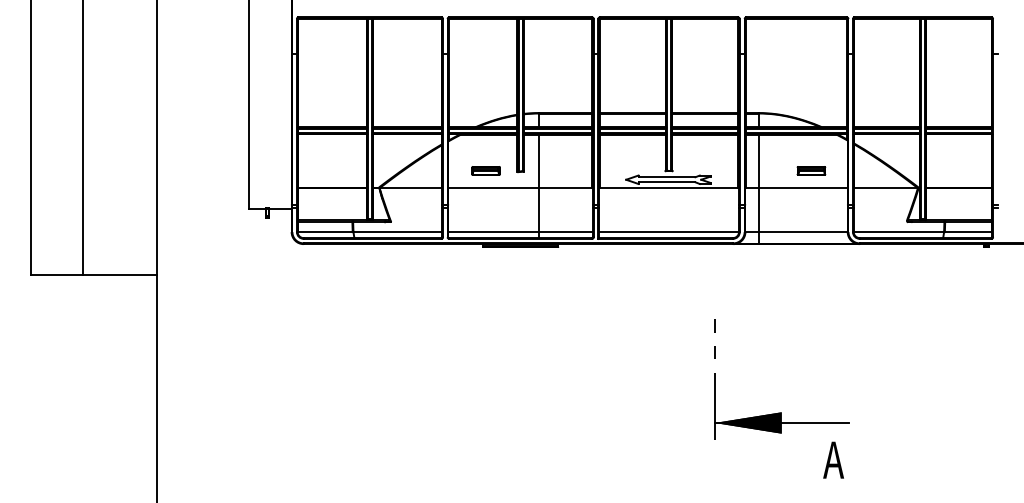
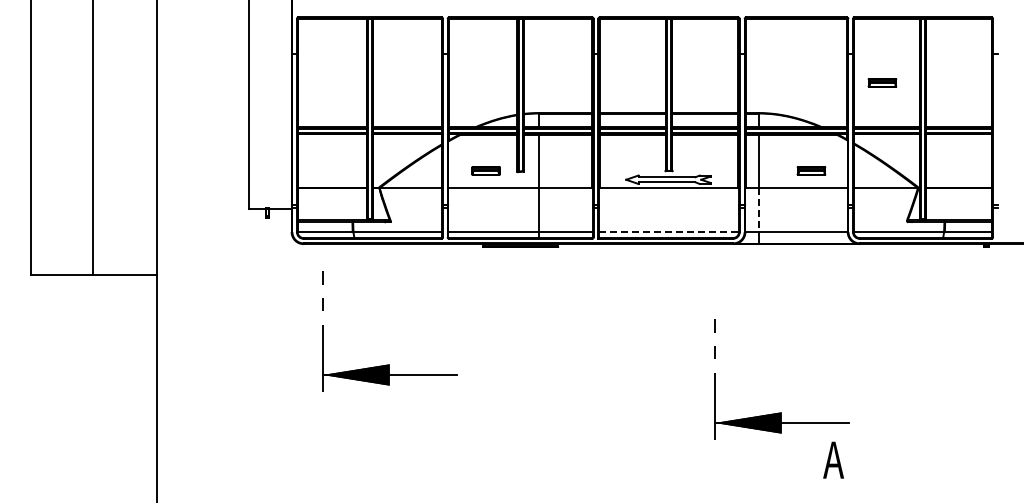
part at (882, 82): none -> present
line at (83, 138) position: (83, 138) -> (93, 138)
line at (758, 210): solid -> dashed
line at (669, 232): solid -> dashed
part at (389, 364): none -> present
